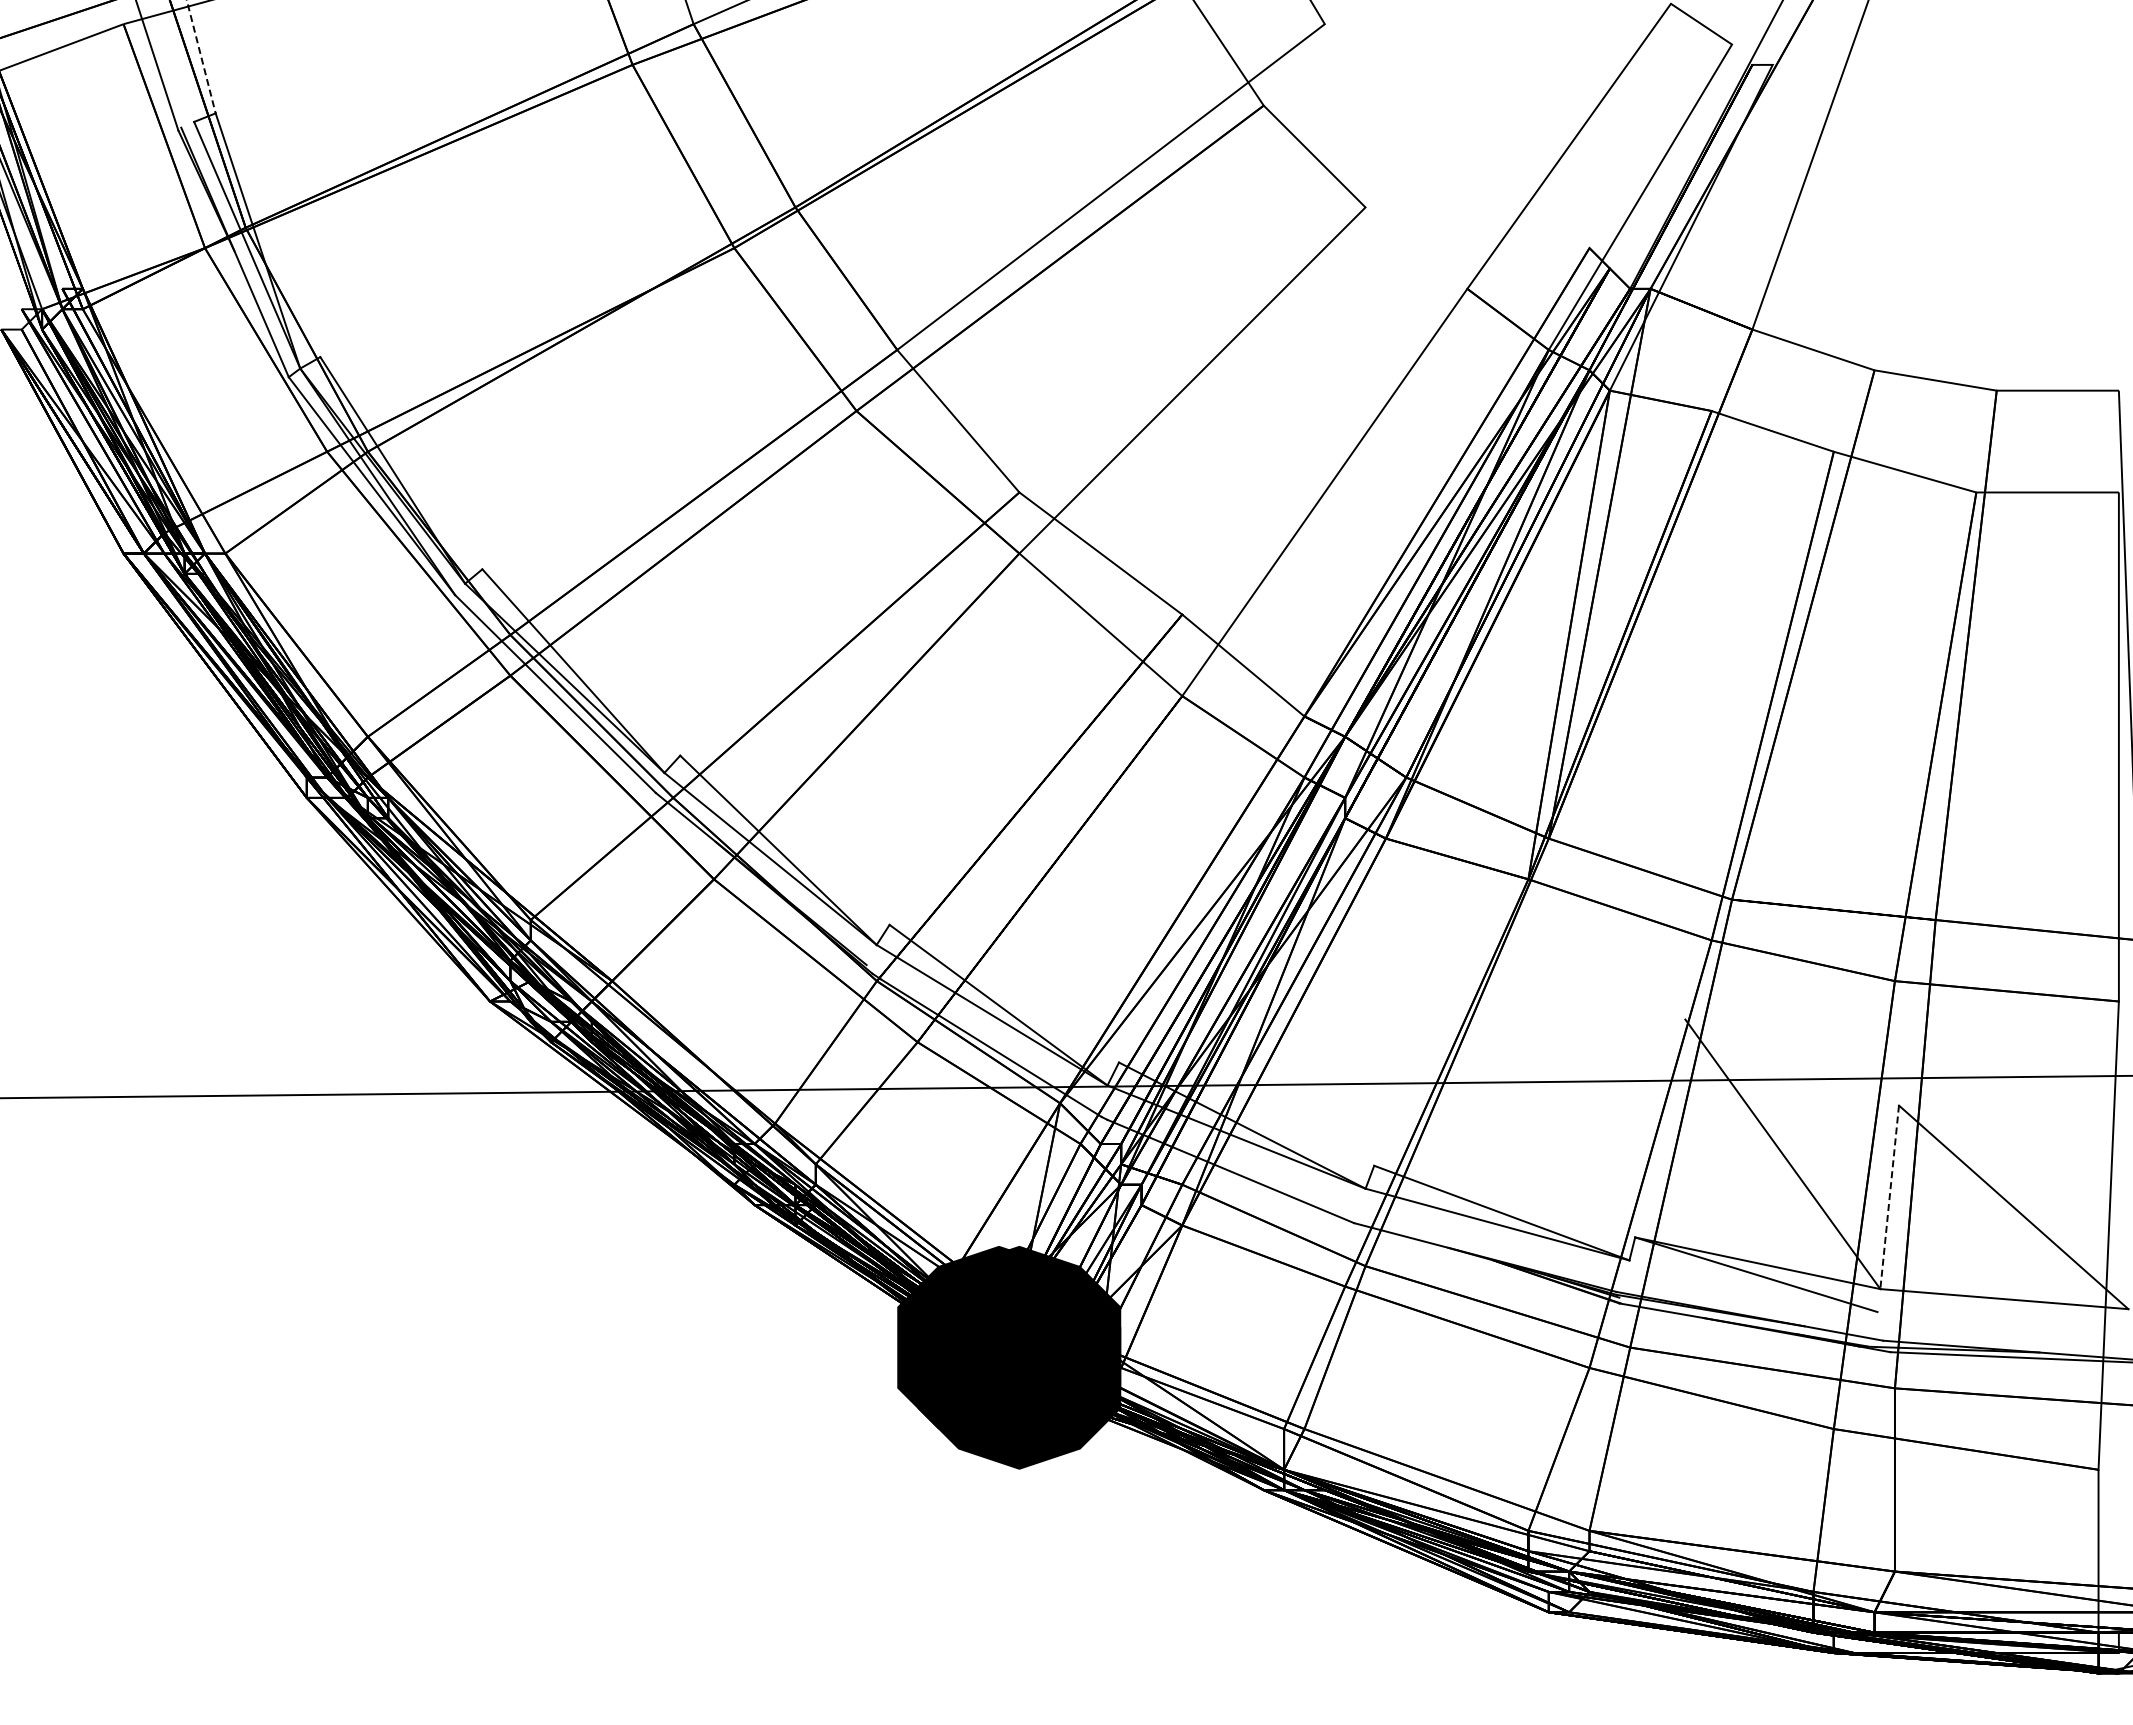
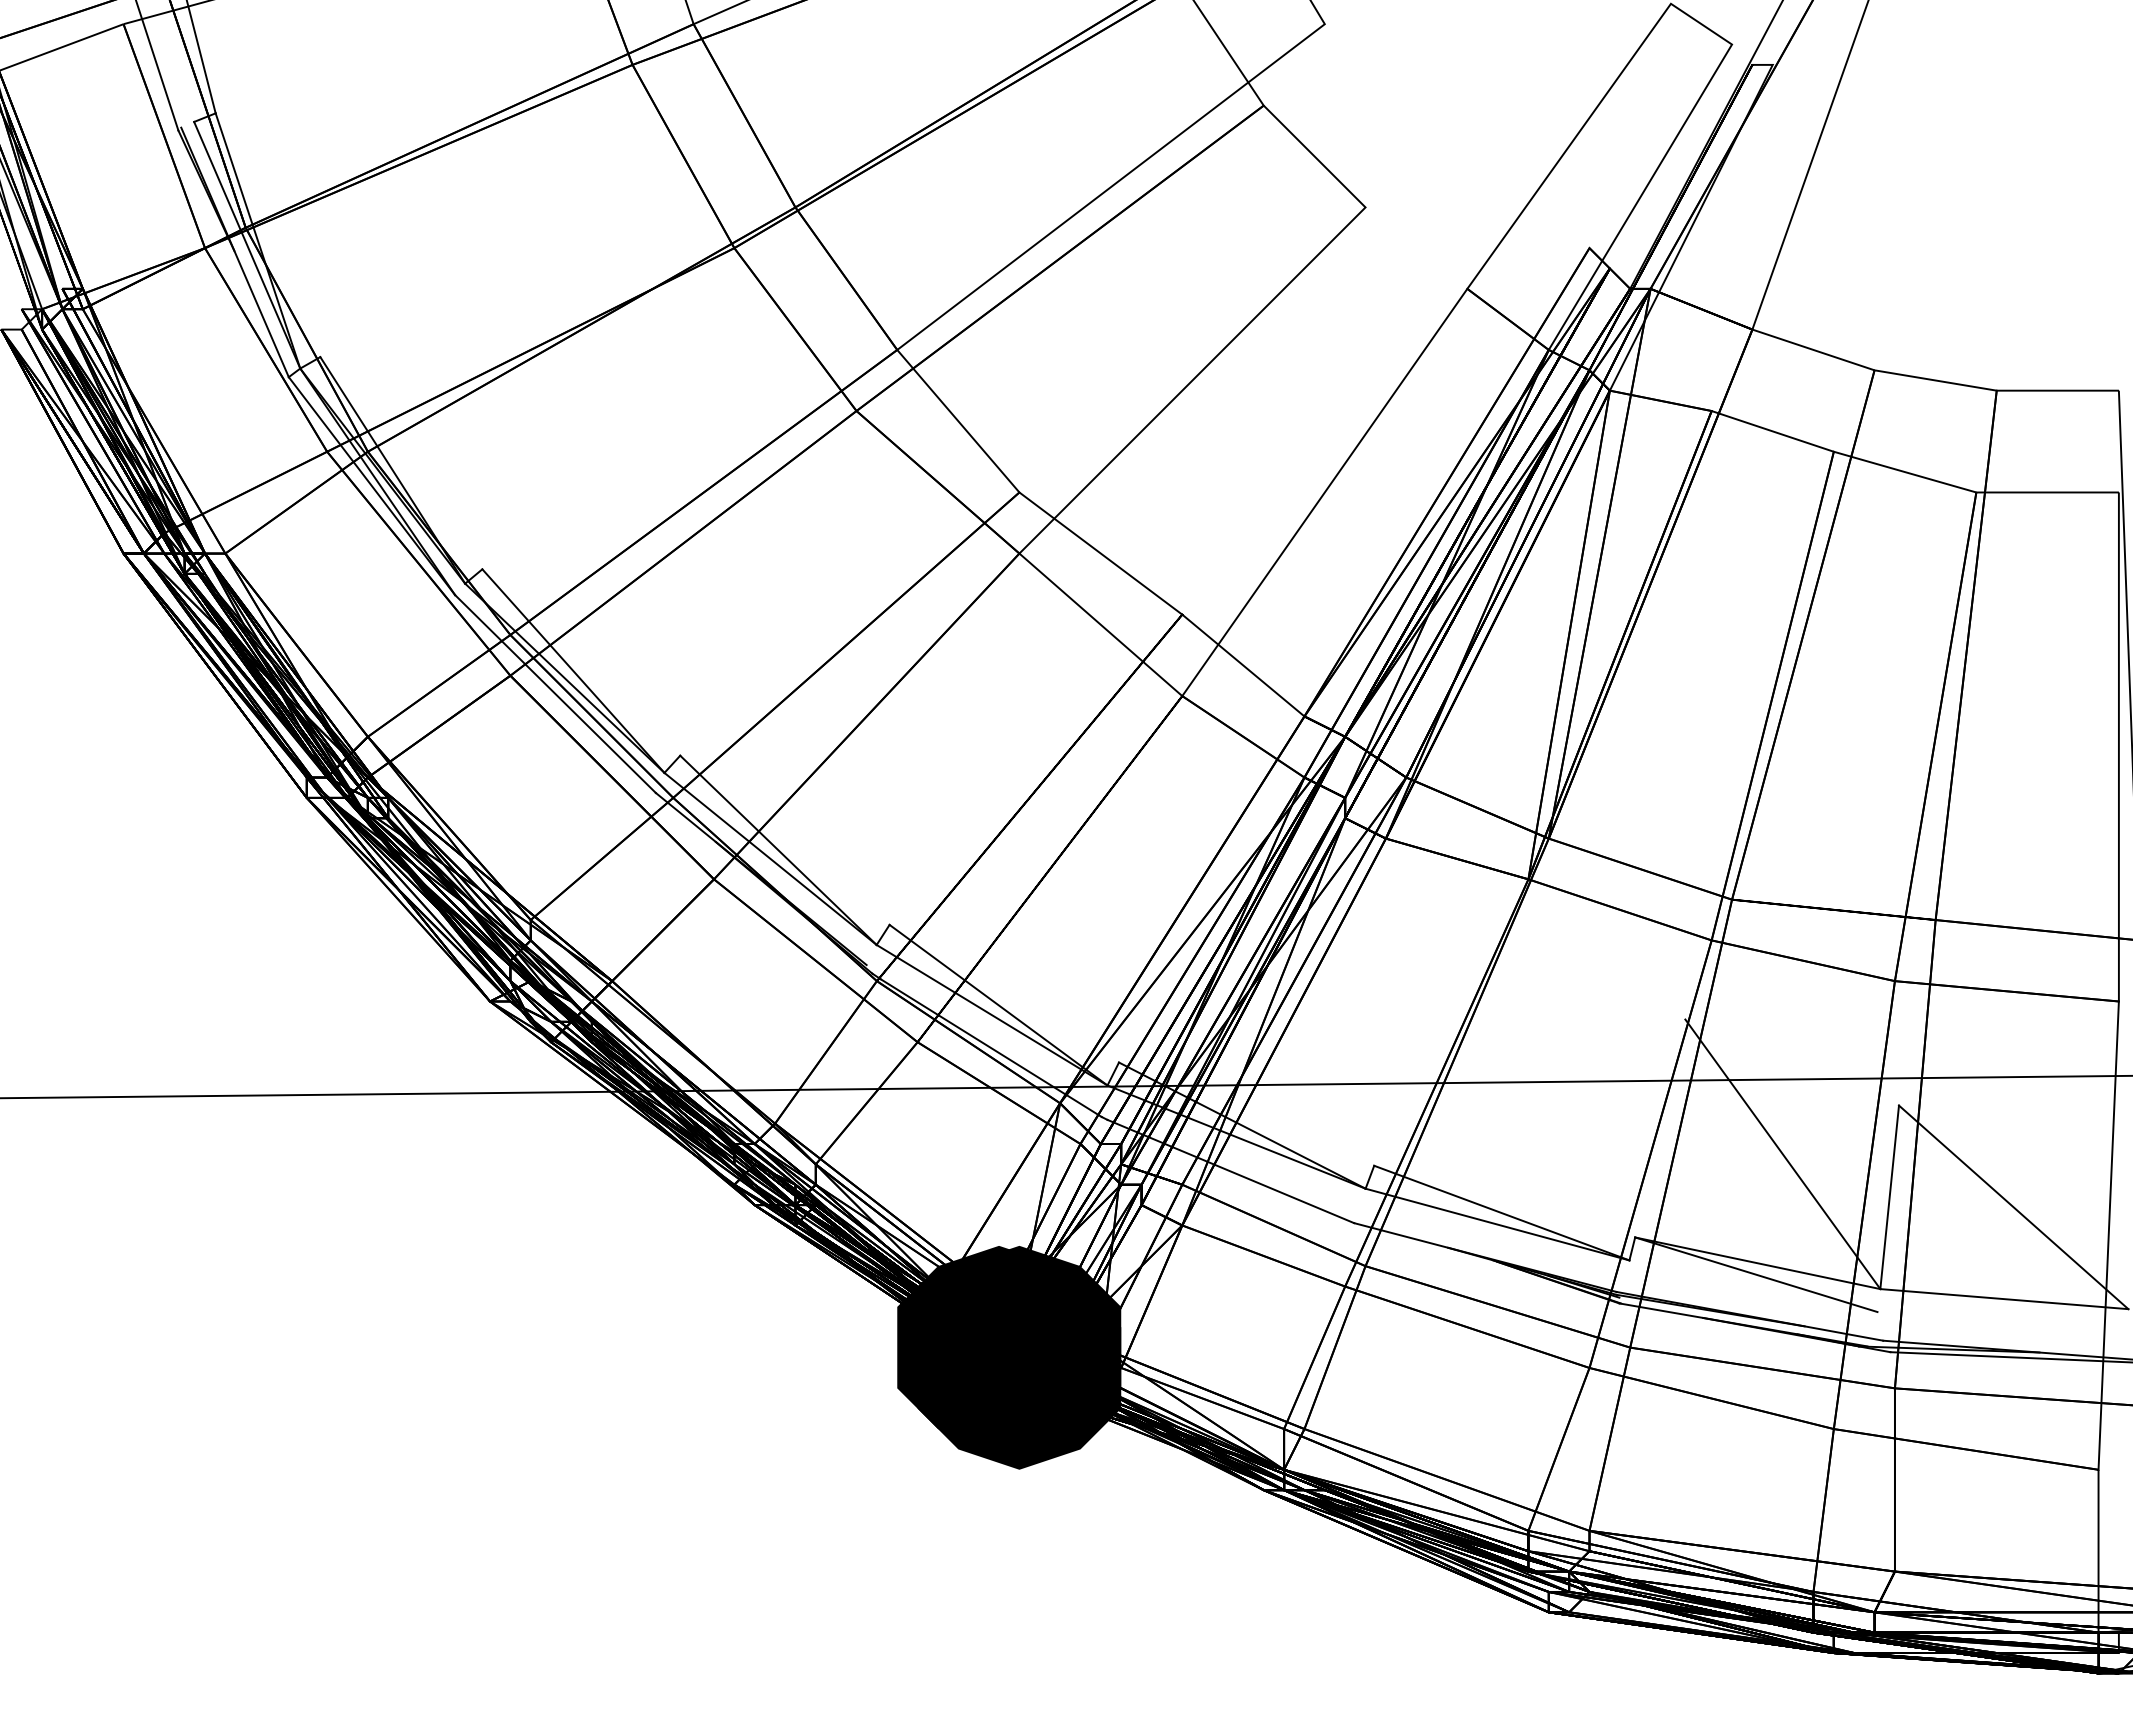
line at (201, 57): dashed -> solid
line at (1889, 1197): dashed -> solid
